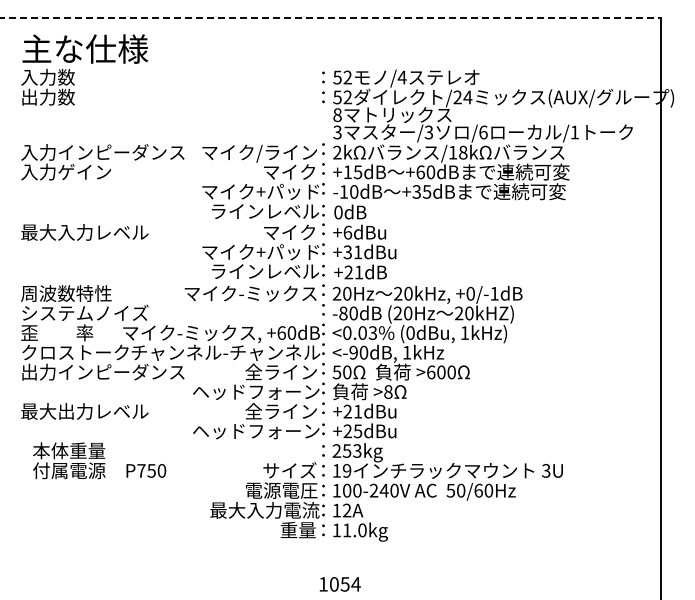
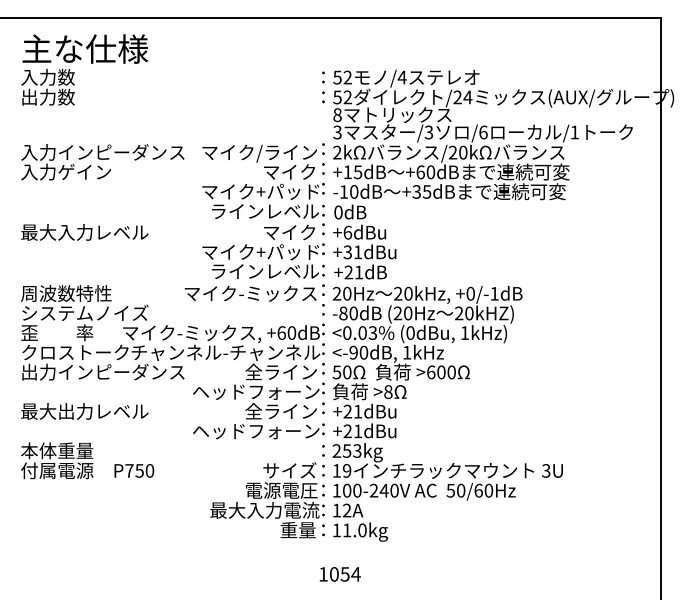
line at (331, 17): dashed -> solid
text at (457, 152): /18k -> /20k
text at (357, 431): +25dBu -> +21dBu
text at (99, 460) position: (99, 460) -> (87, 460)
text at (339, 584) position: (339, 584) -> (339, 574)
